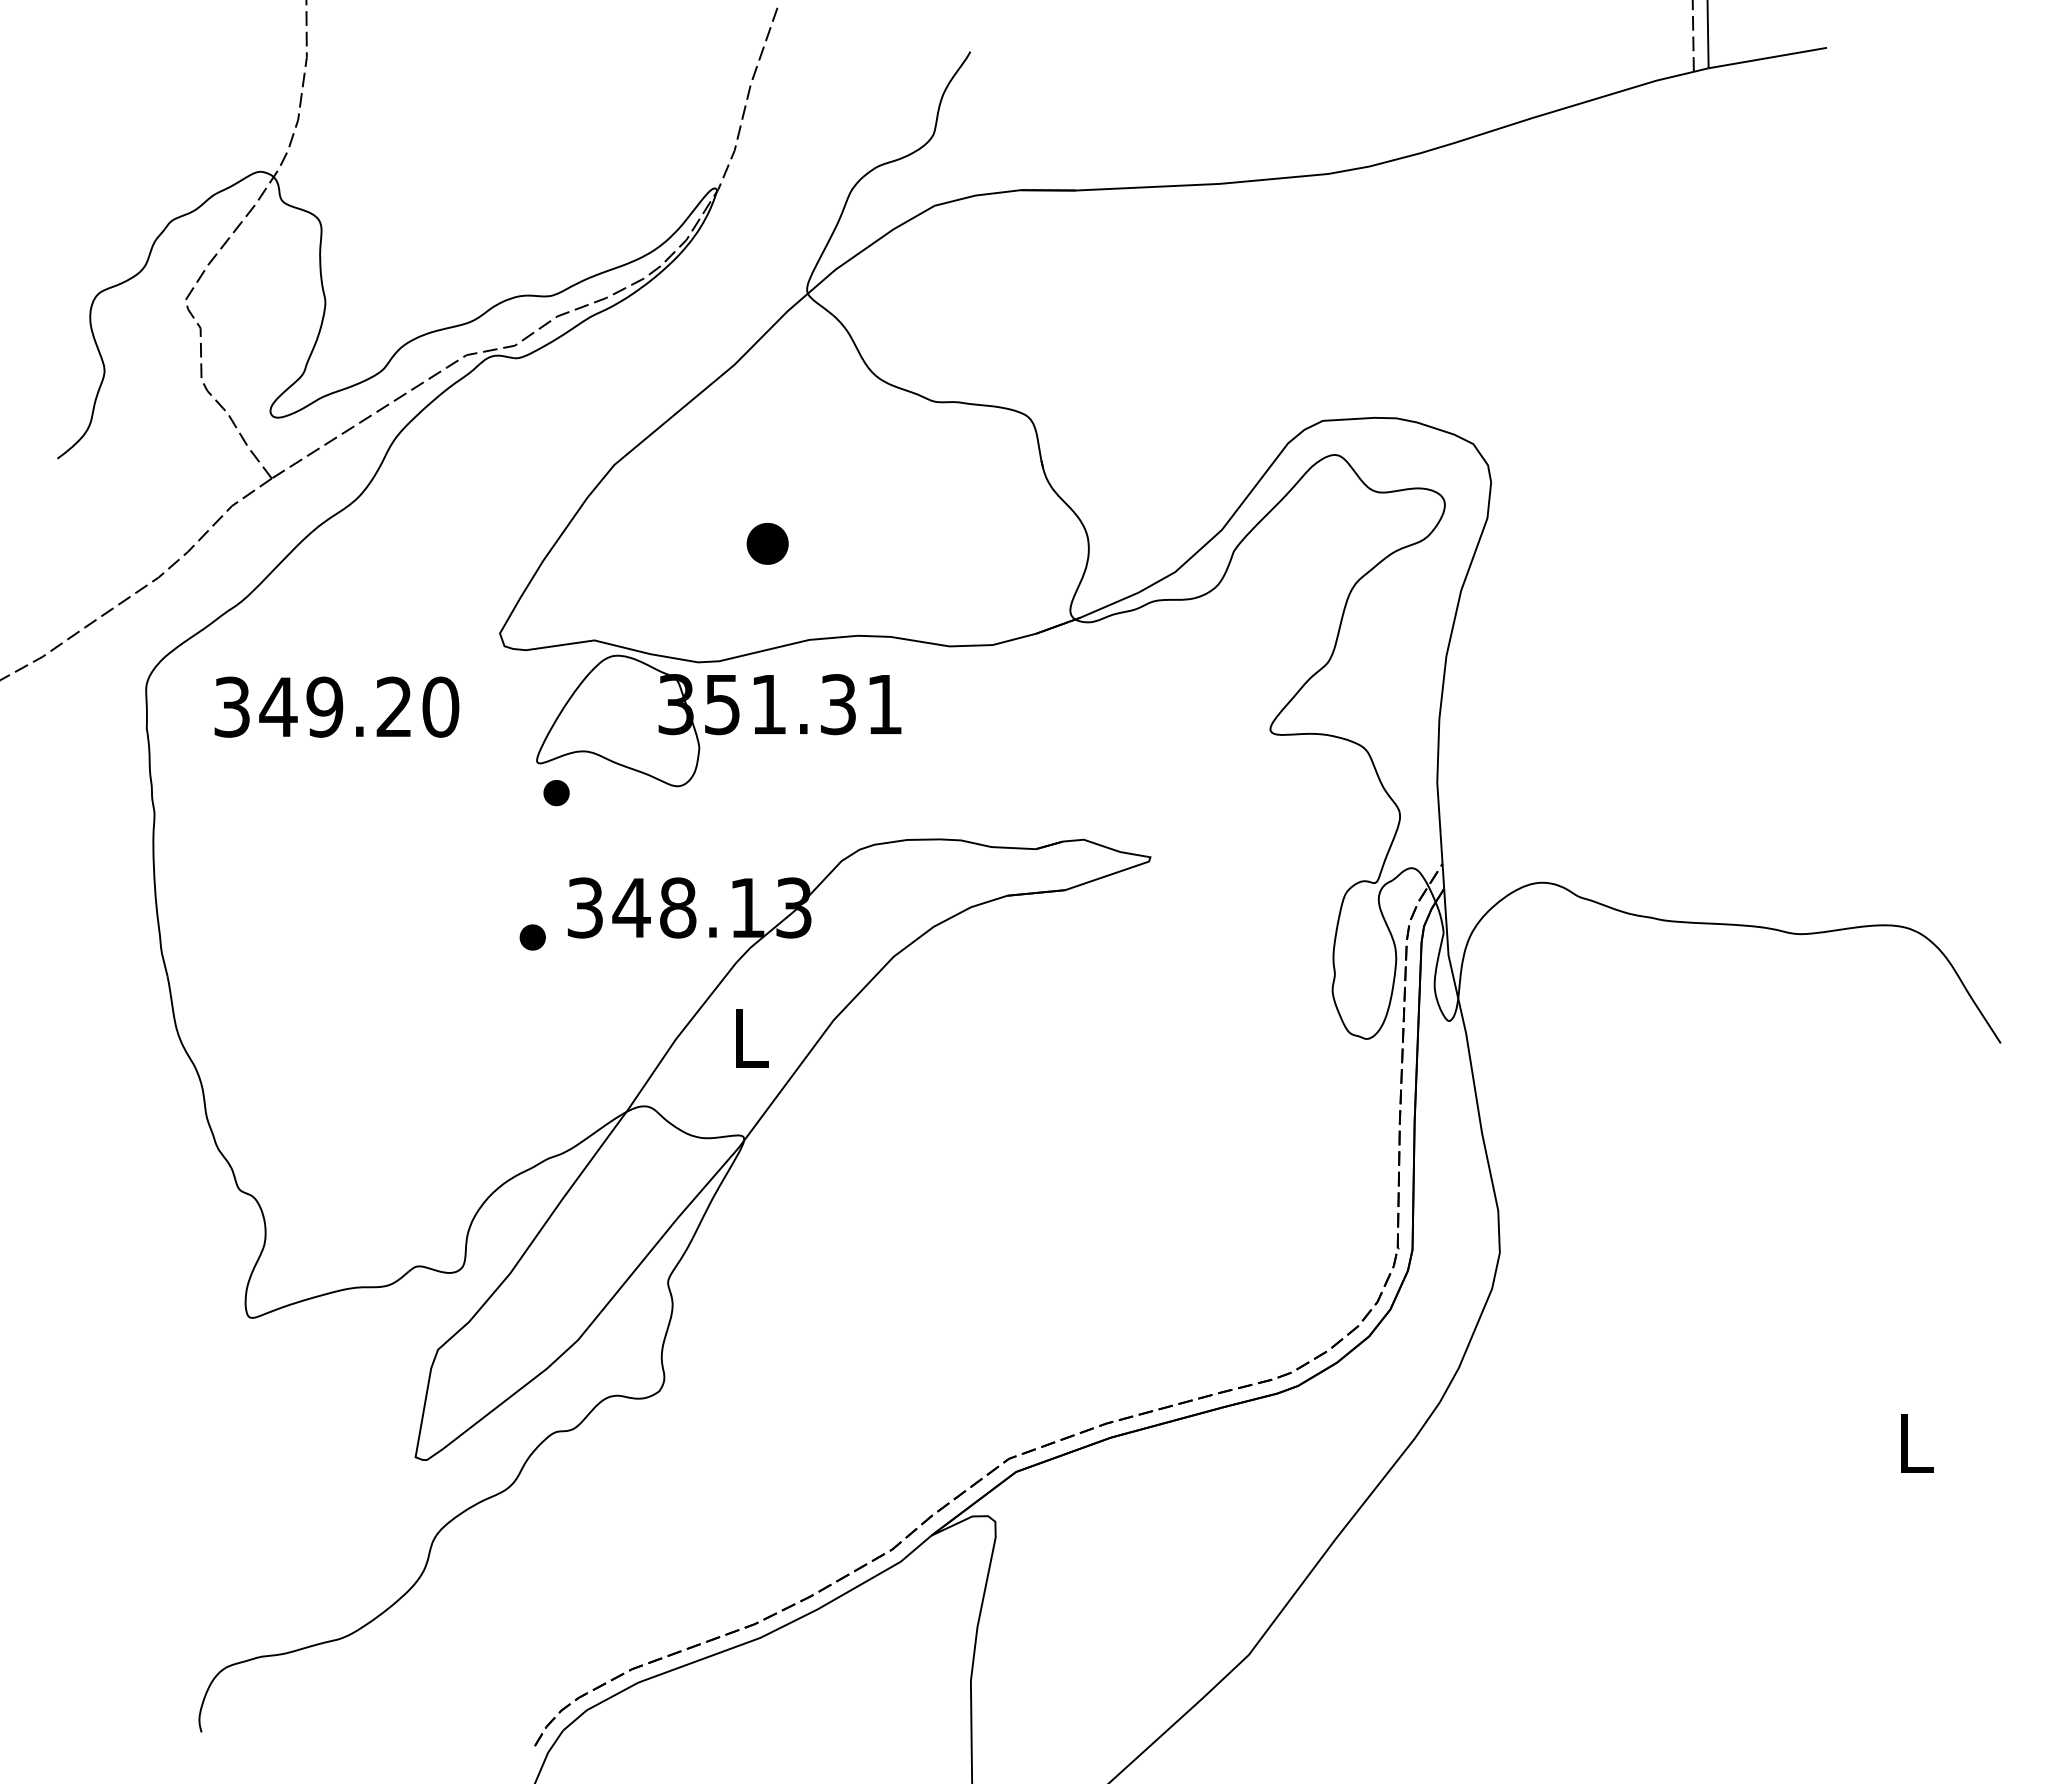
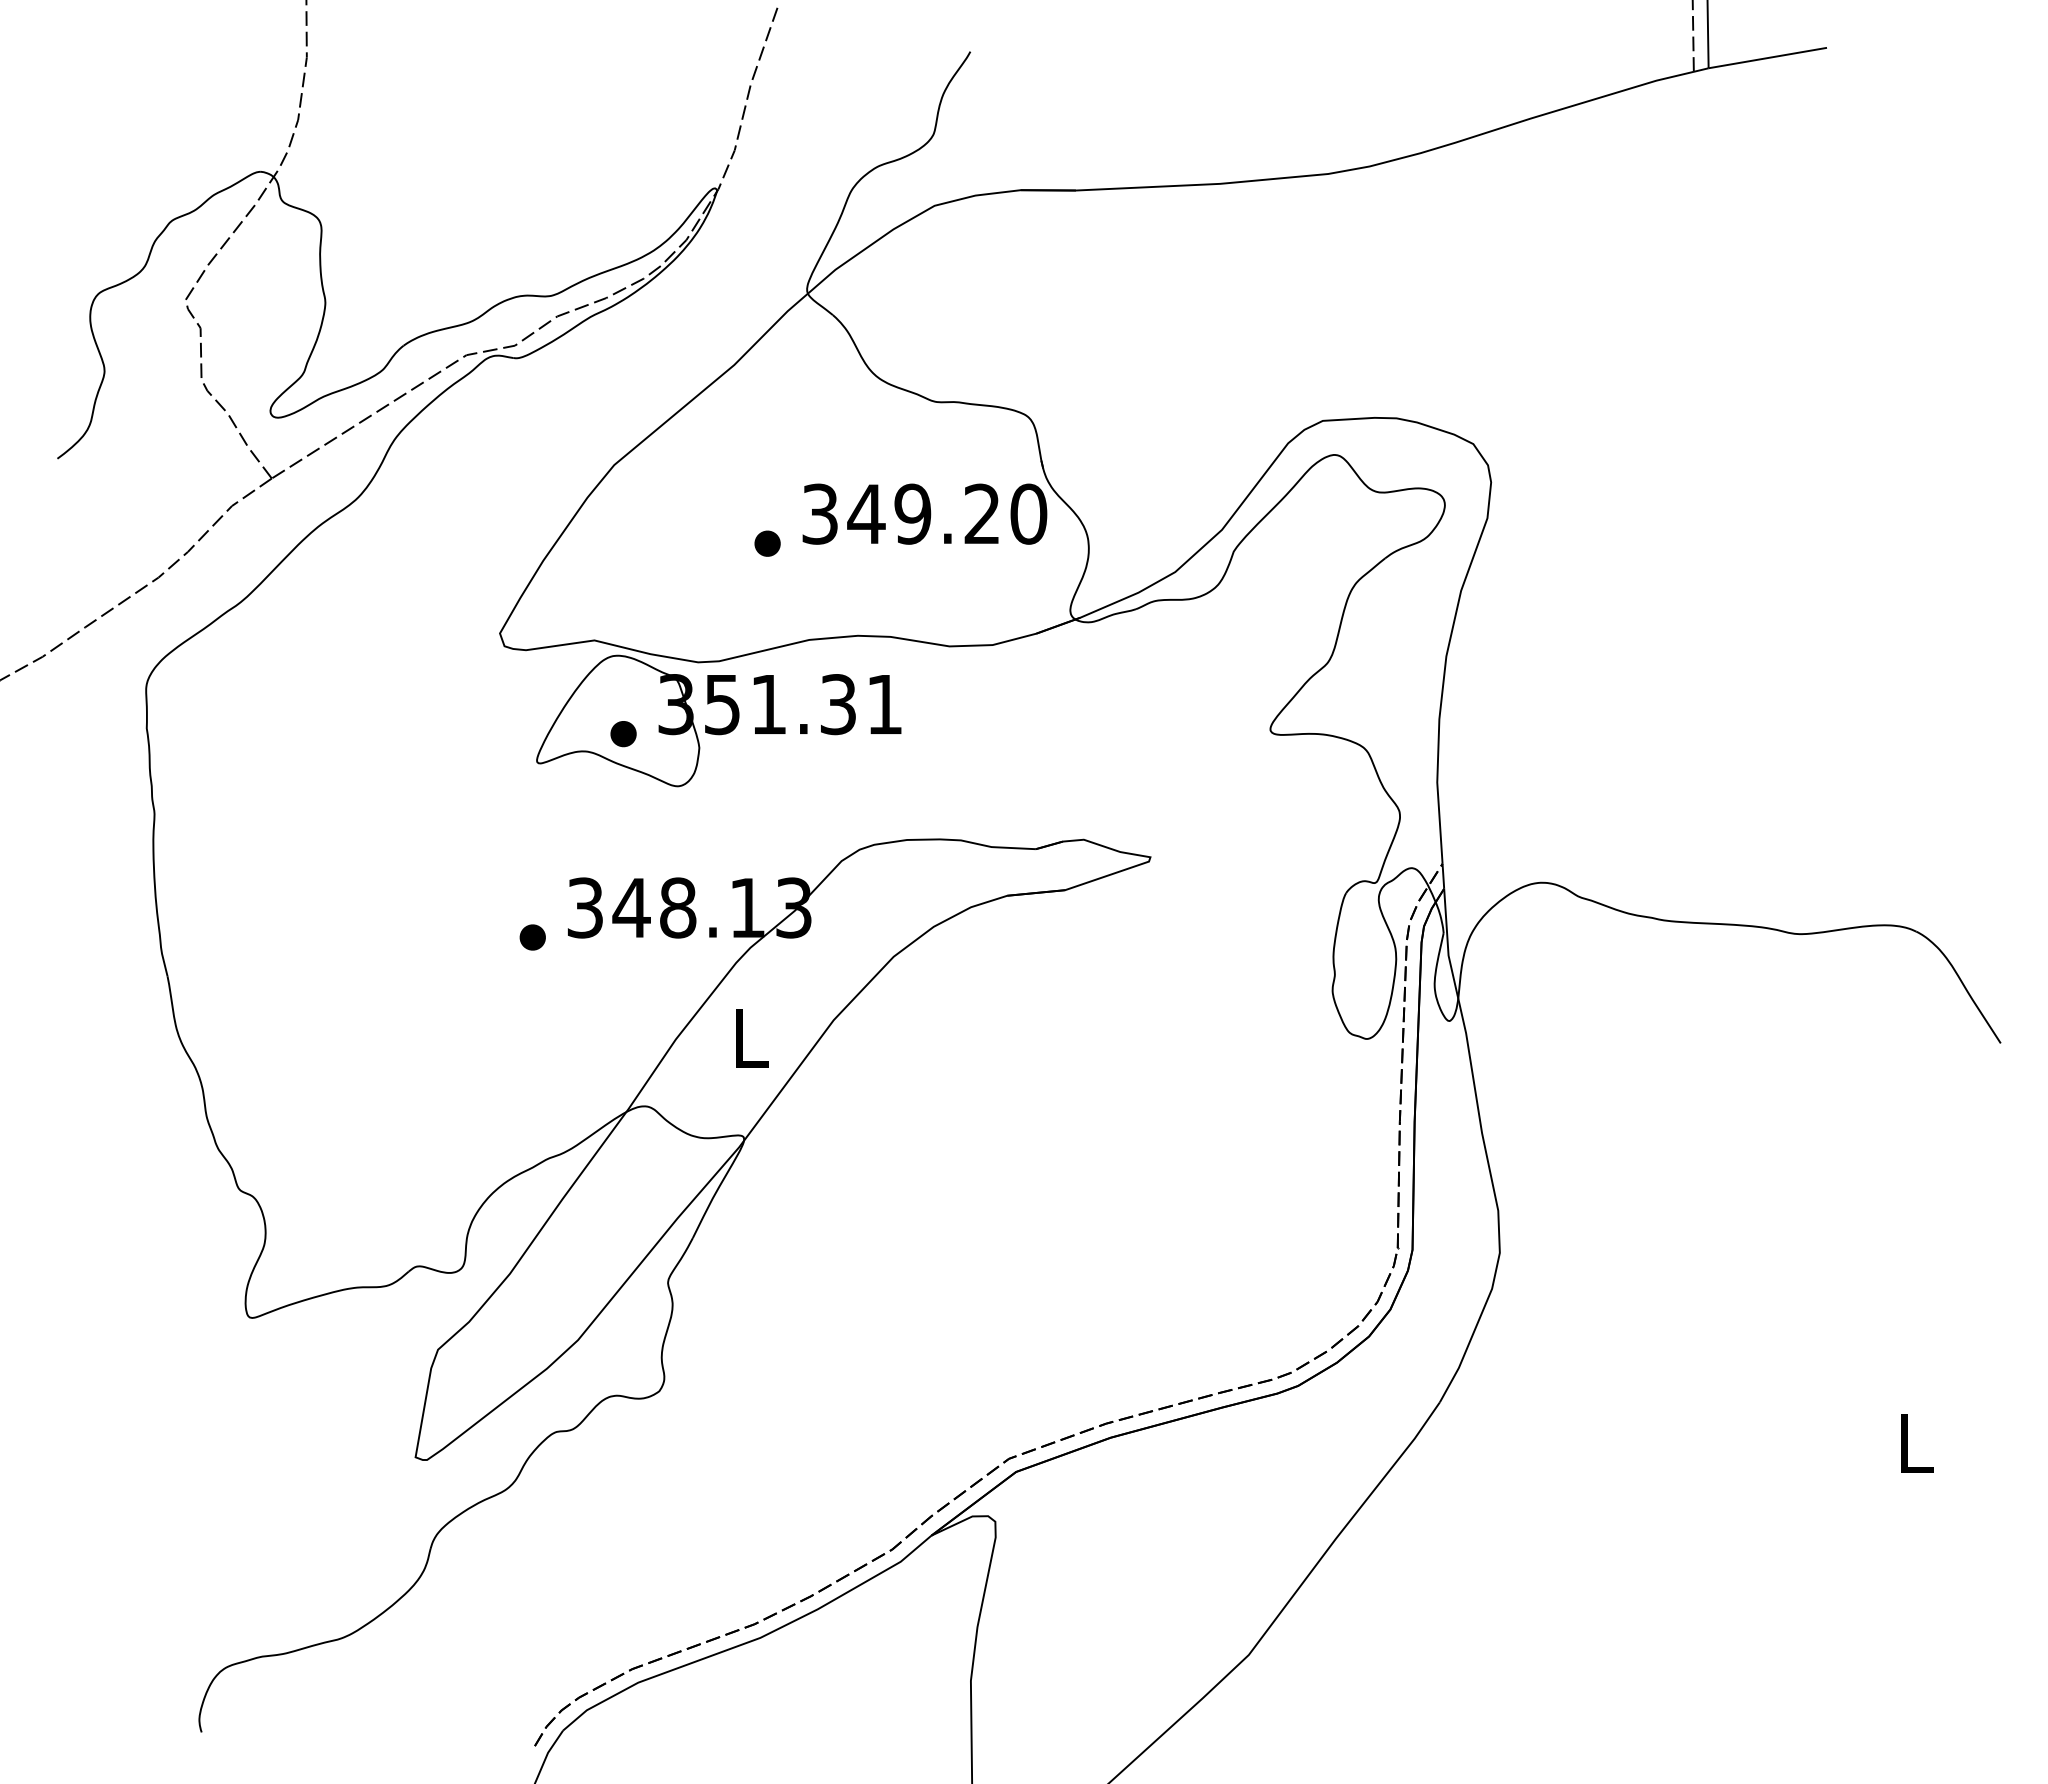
part at (767, 543) size: 43x43 px -> 27x27 px
text at (336, 706) position: (336, 706) -> (924, 513)
part at (556, 793) position: (556, 793) -> (623, 734)
